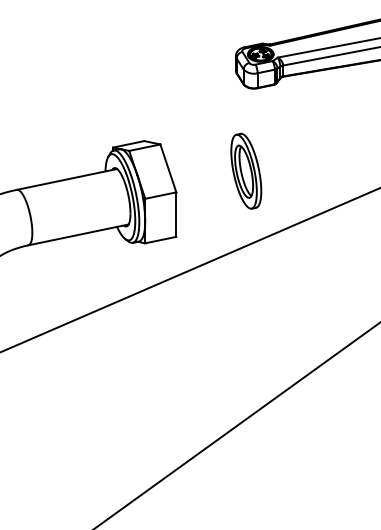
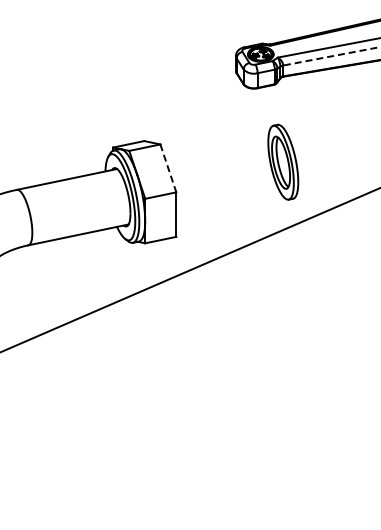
line at (331, 56): solid -> dashed
line at (168, 168): solid -> dashed
part at (246, 170) position: (246, 170) -> (283, 161)
line at (237, 425): present -> none
